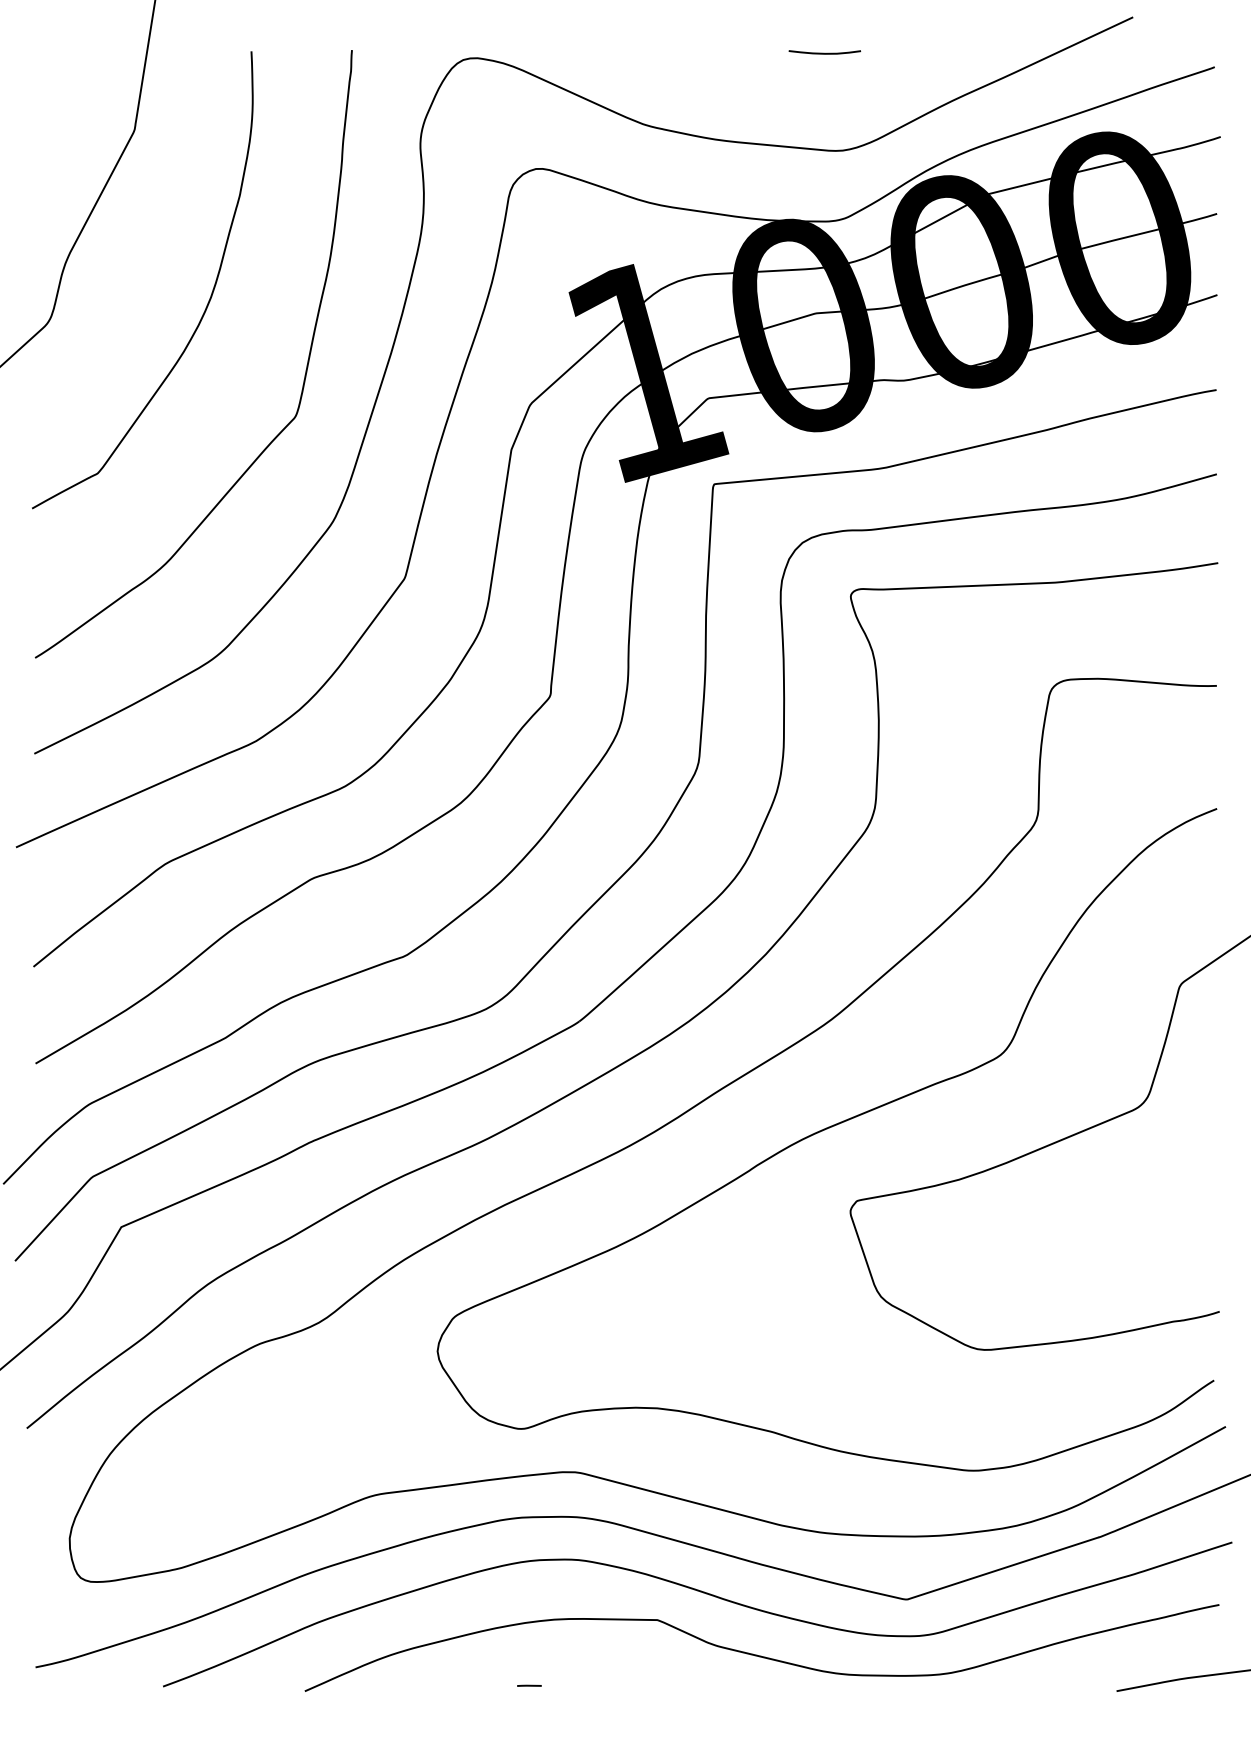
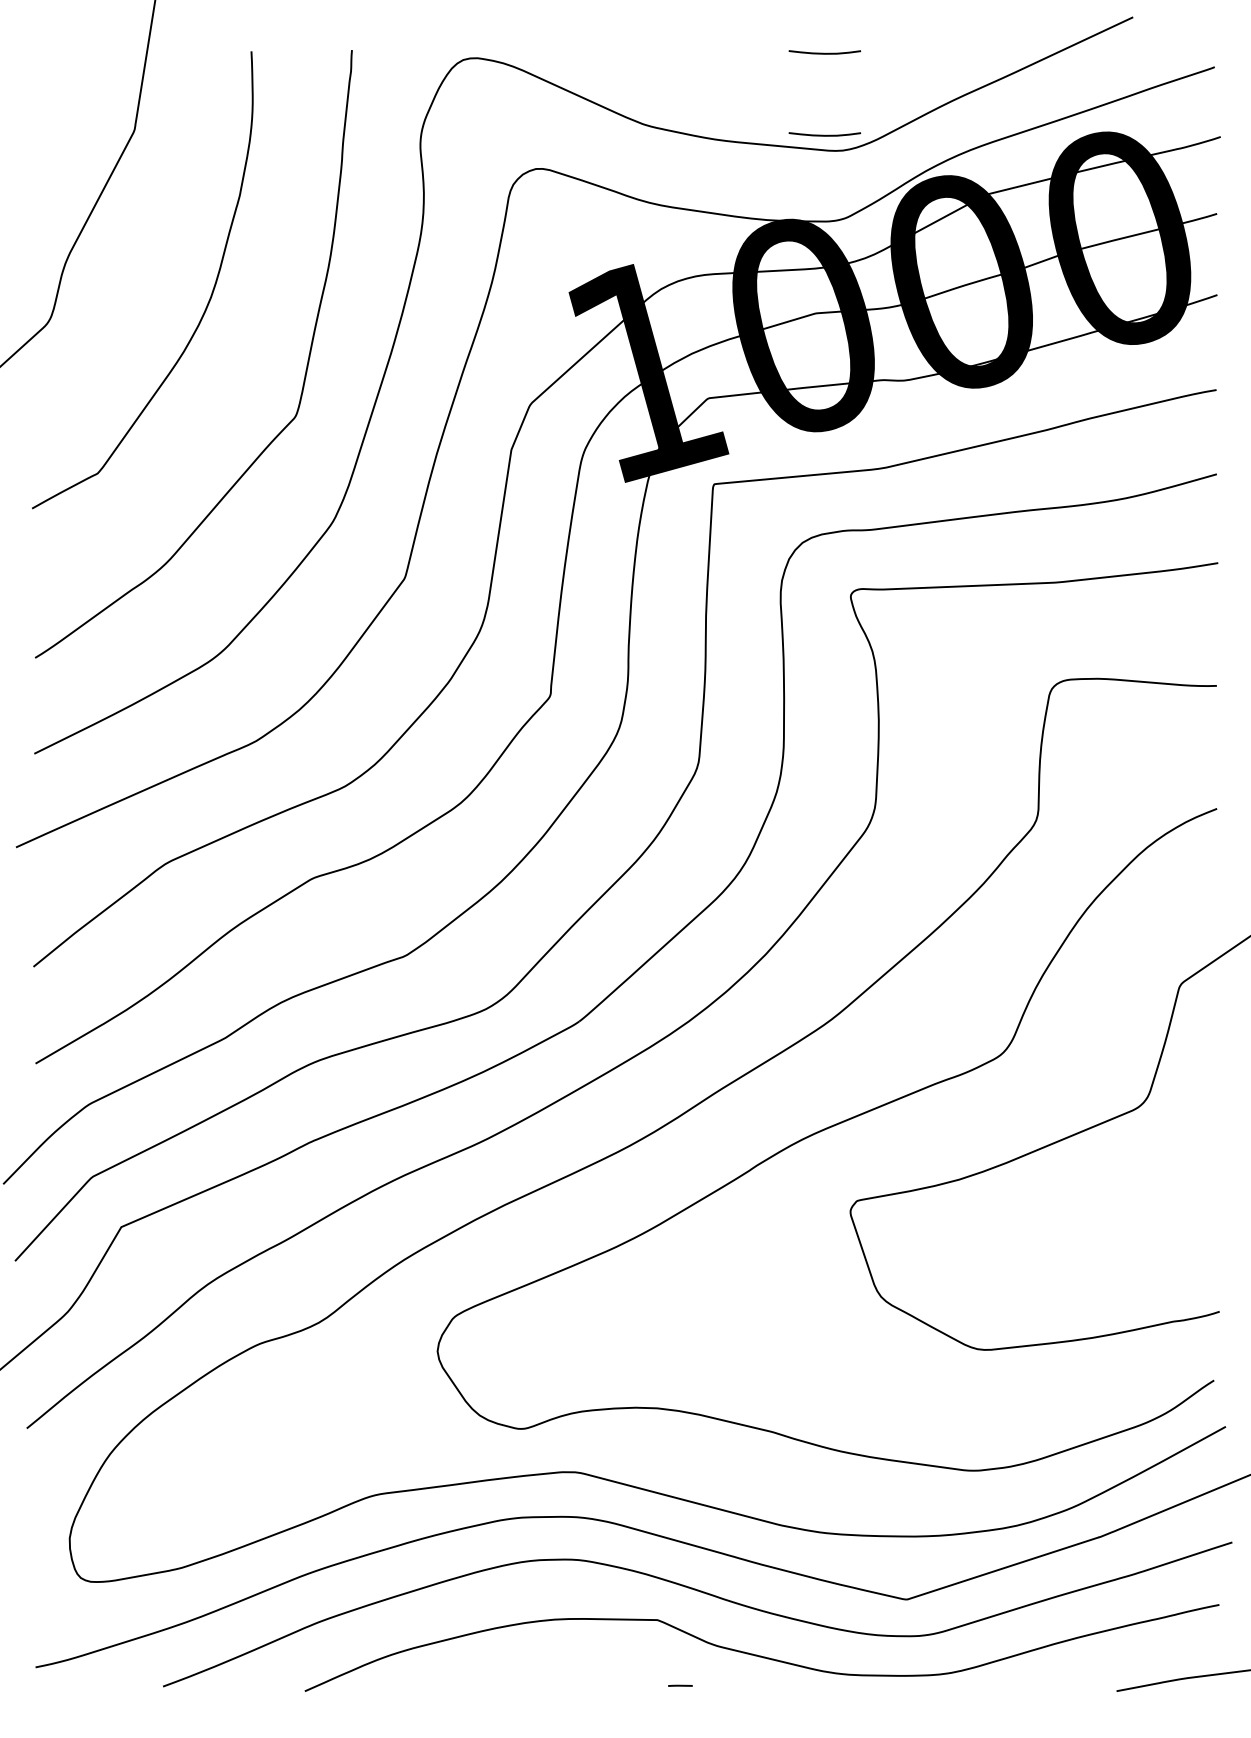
curve at (824, 134): none -> present
line at (529, 1685) position: (529, 1685) -> (680, 1685)
